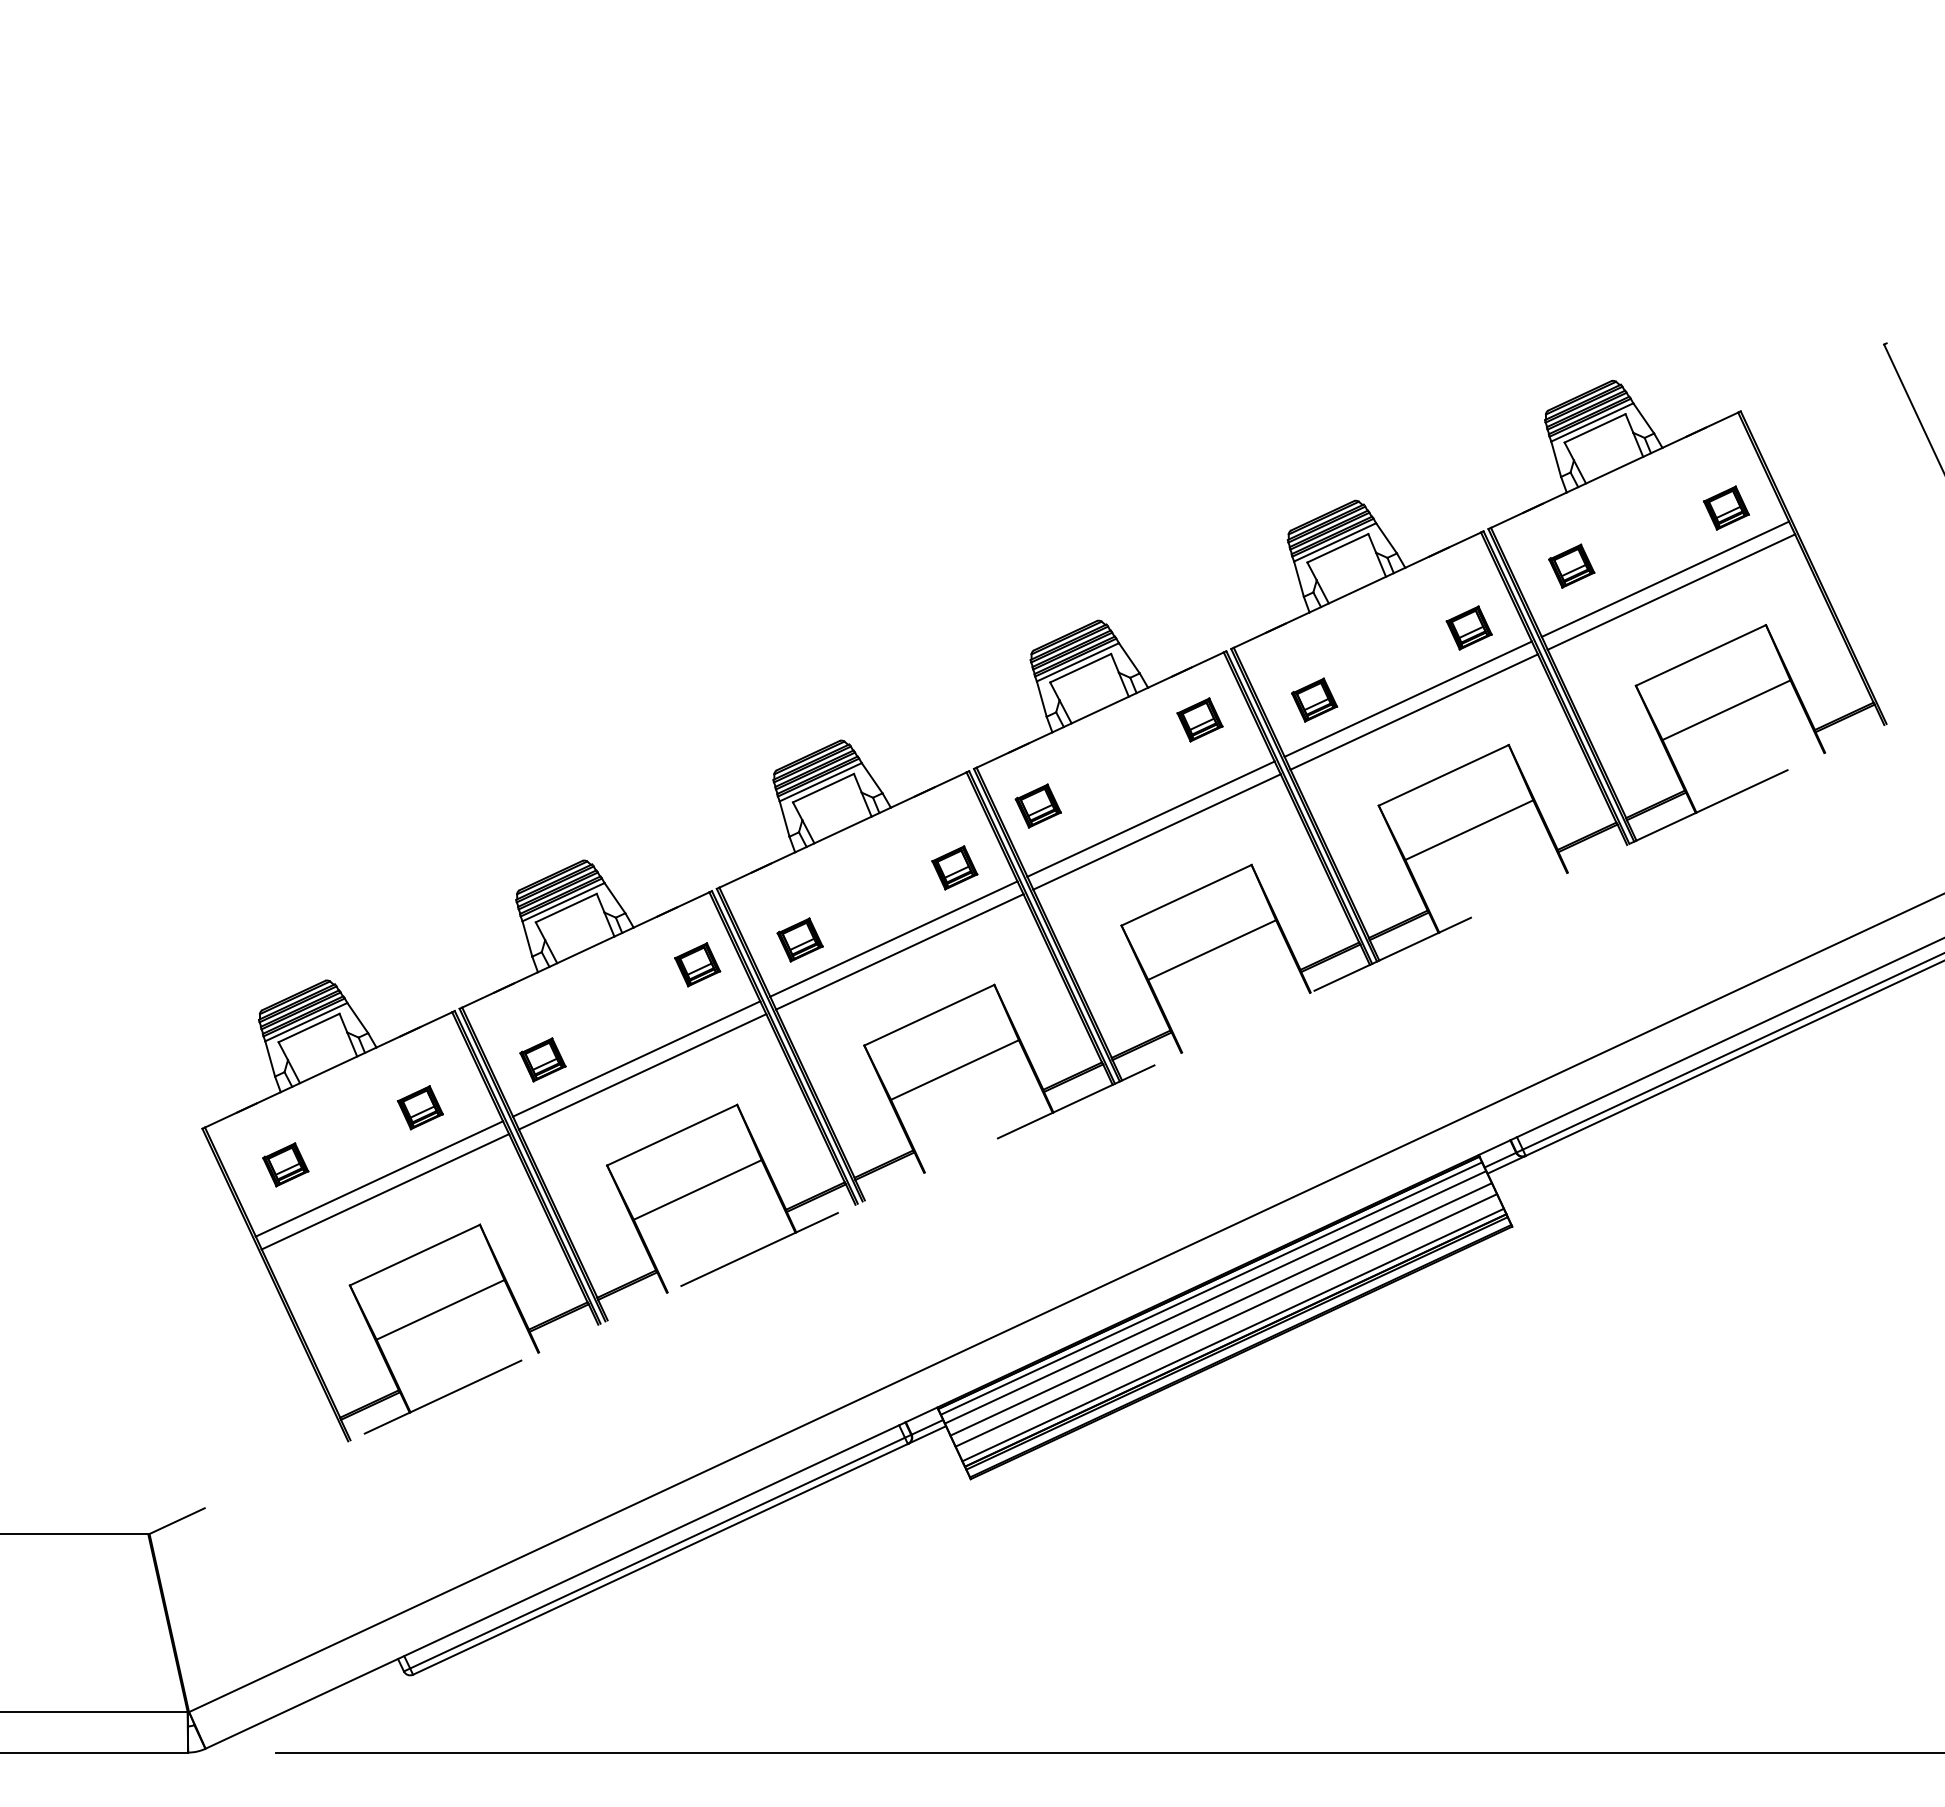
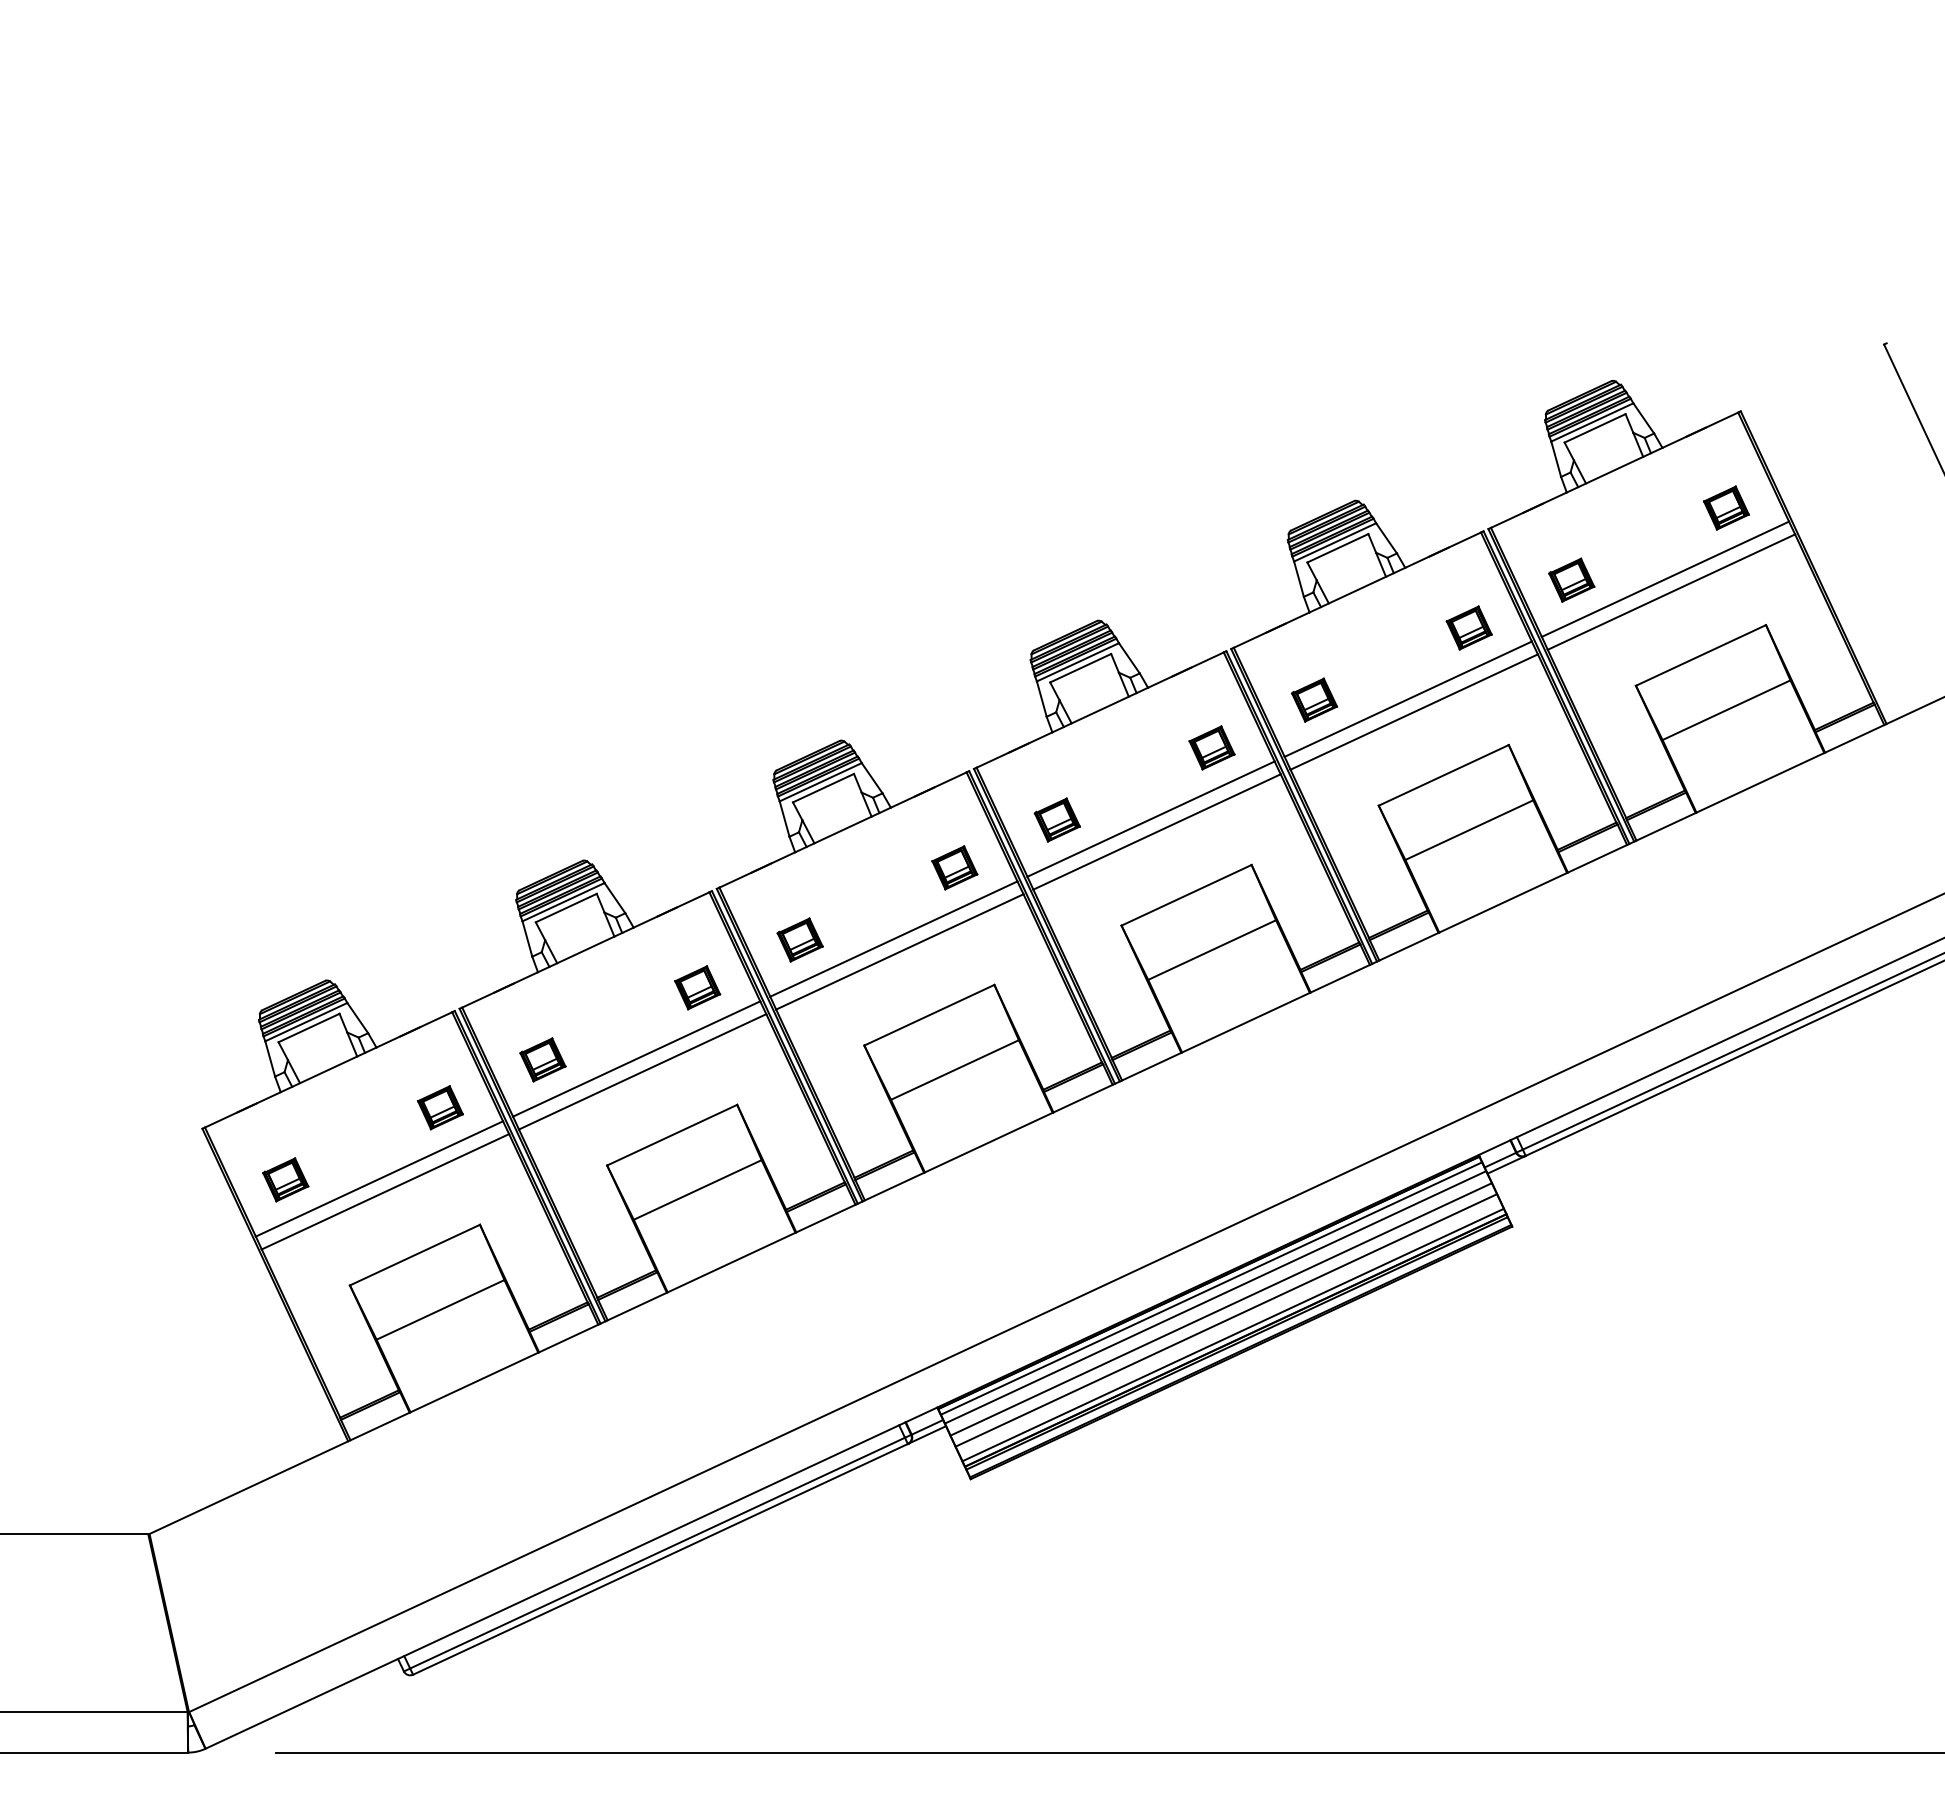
part at (1571, 565) position: (1571, 565) -> (1571, 579)
part at (1199, 719) position: (1199, 719) -> (1211, 747)
part at (1037, 805) position: (1037, 805) -> (1056, 819)
part at (697, 964) position: (697, 964) -> (697, 987)
part at (420, 1107) position: (420, 1107) -> (440, 1107)
line at (1046, 1115): dashed -> solid
part at (285, 1164) position: (285, 1164) -> (285, 1179)
